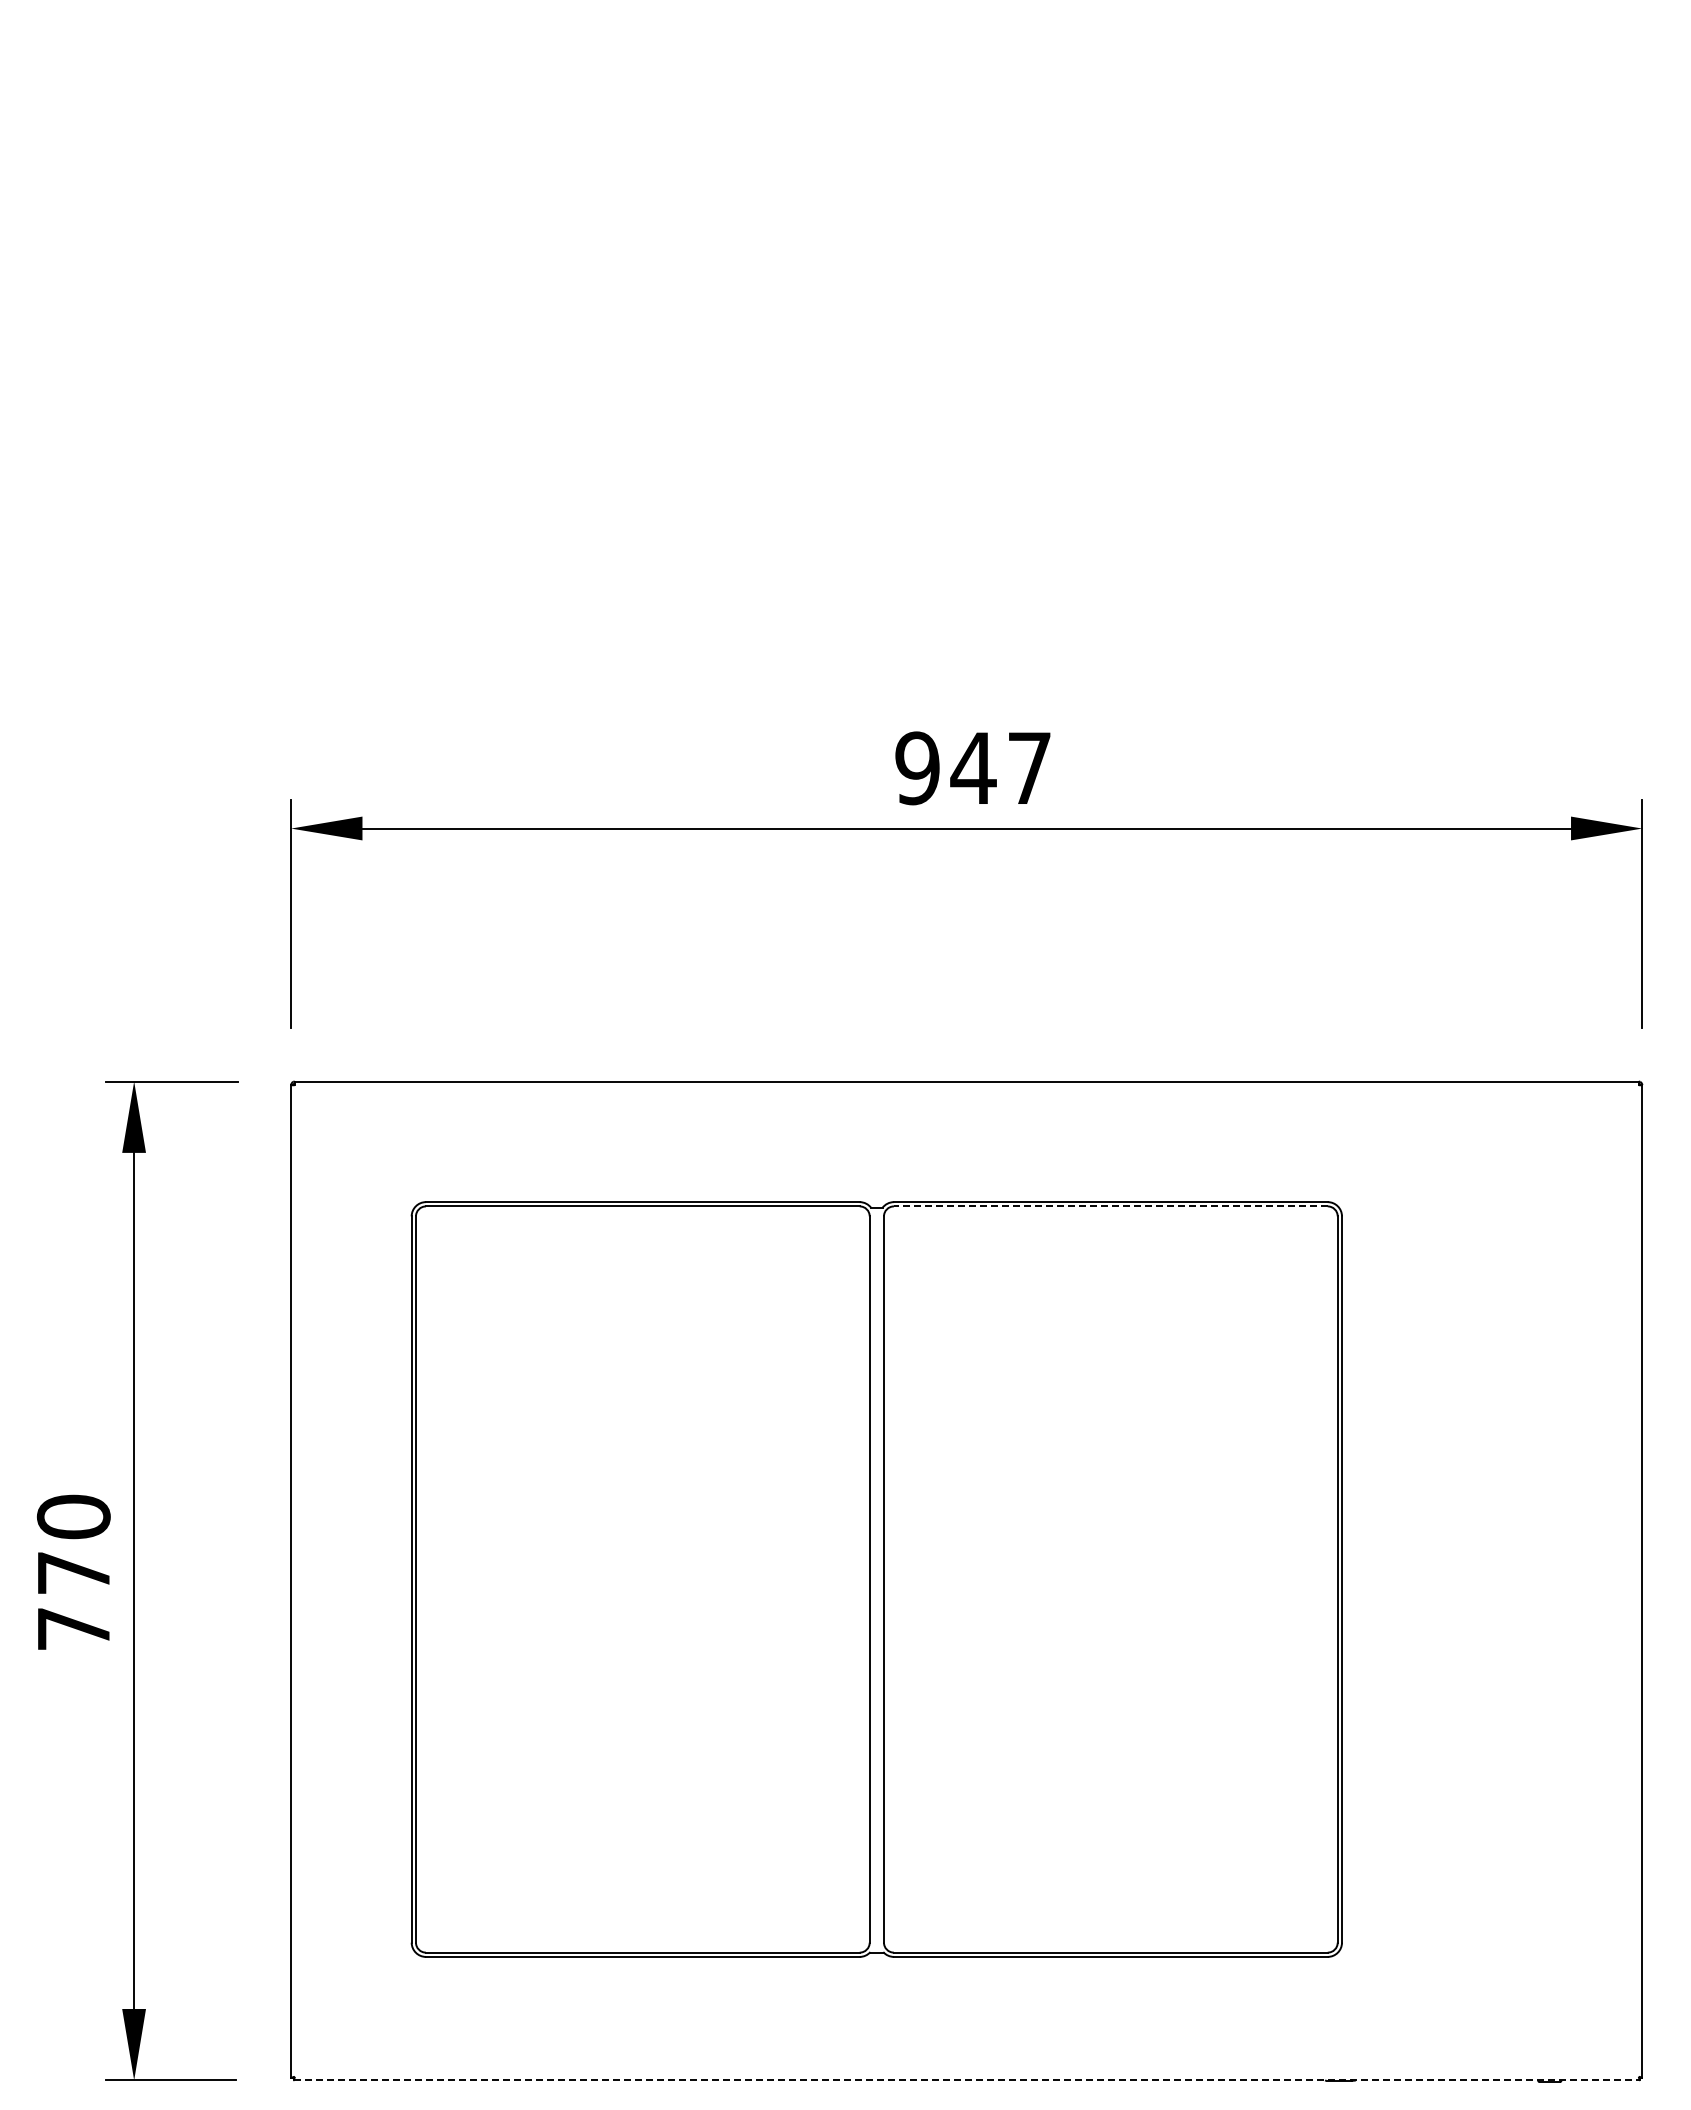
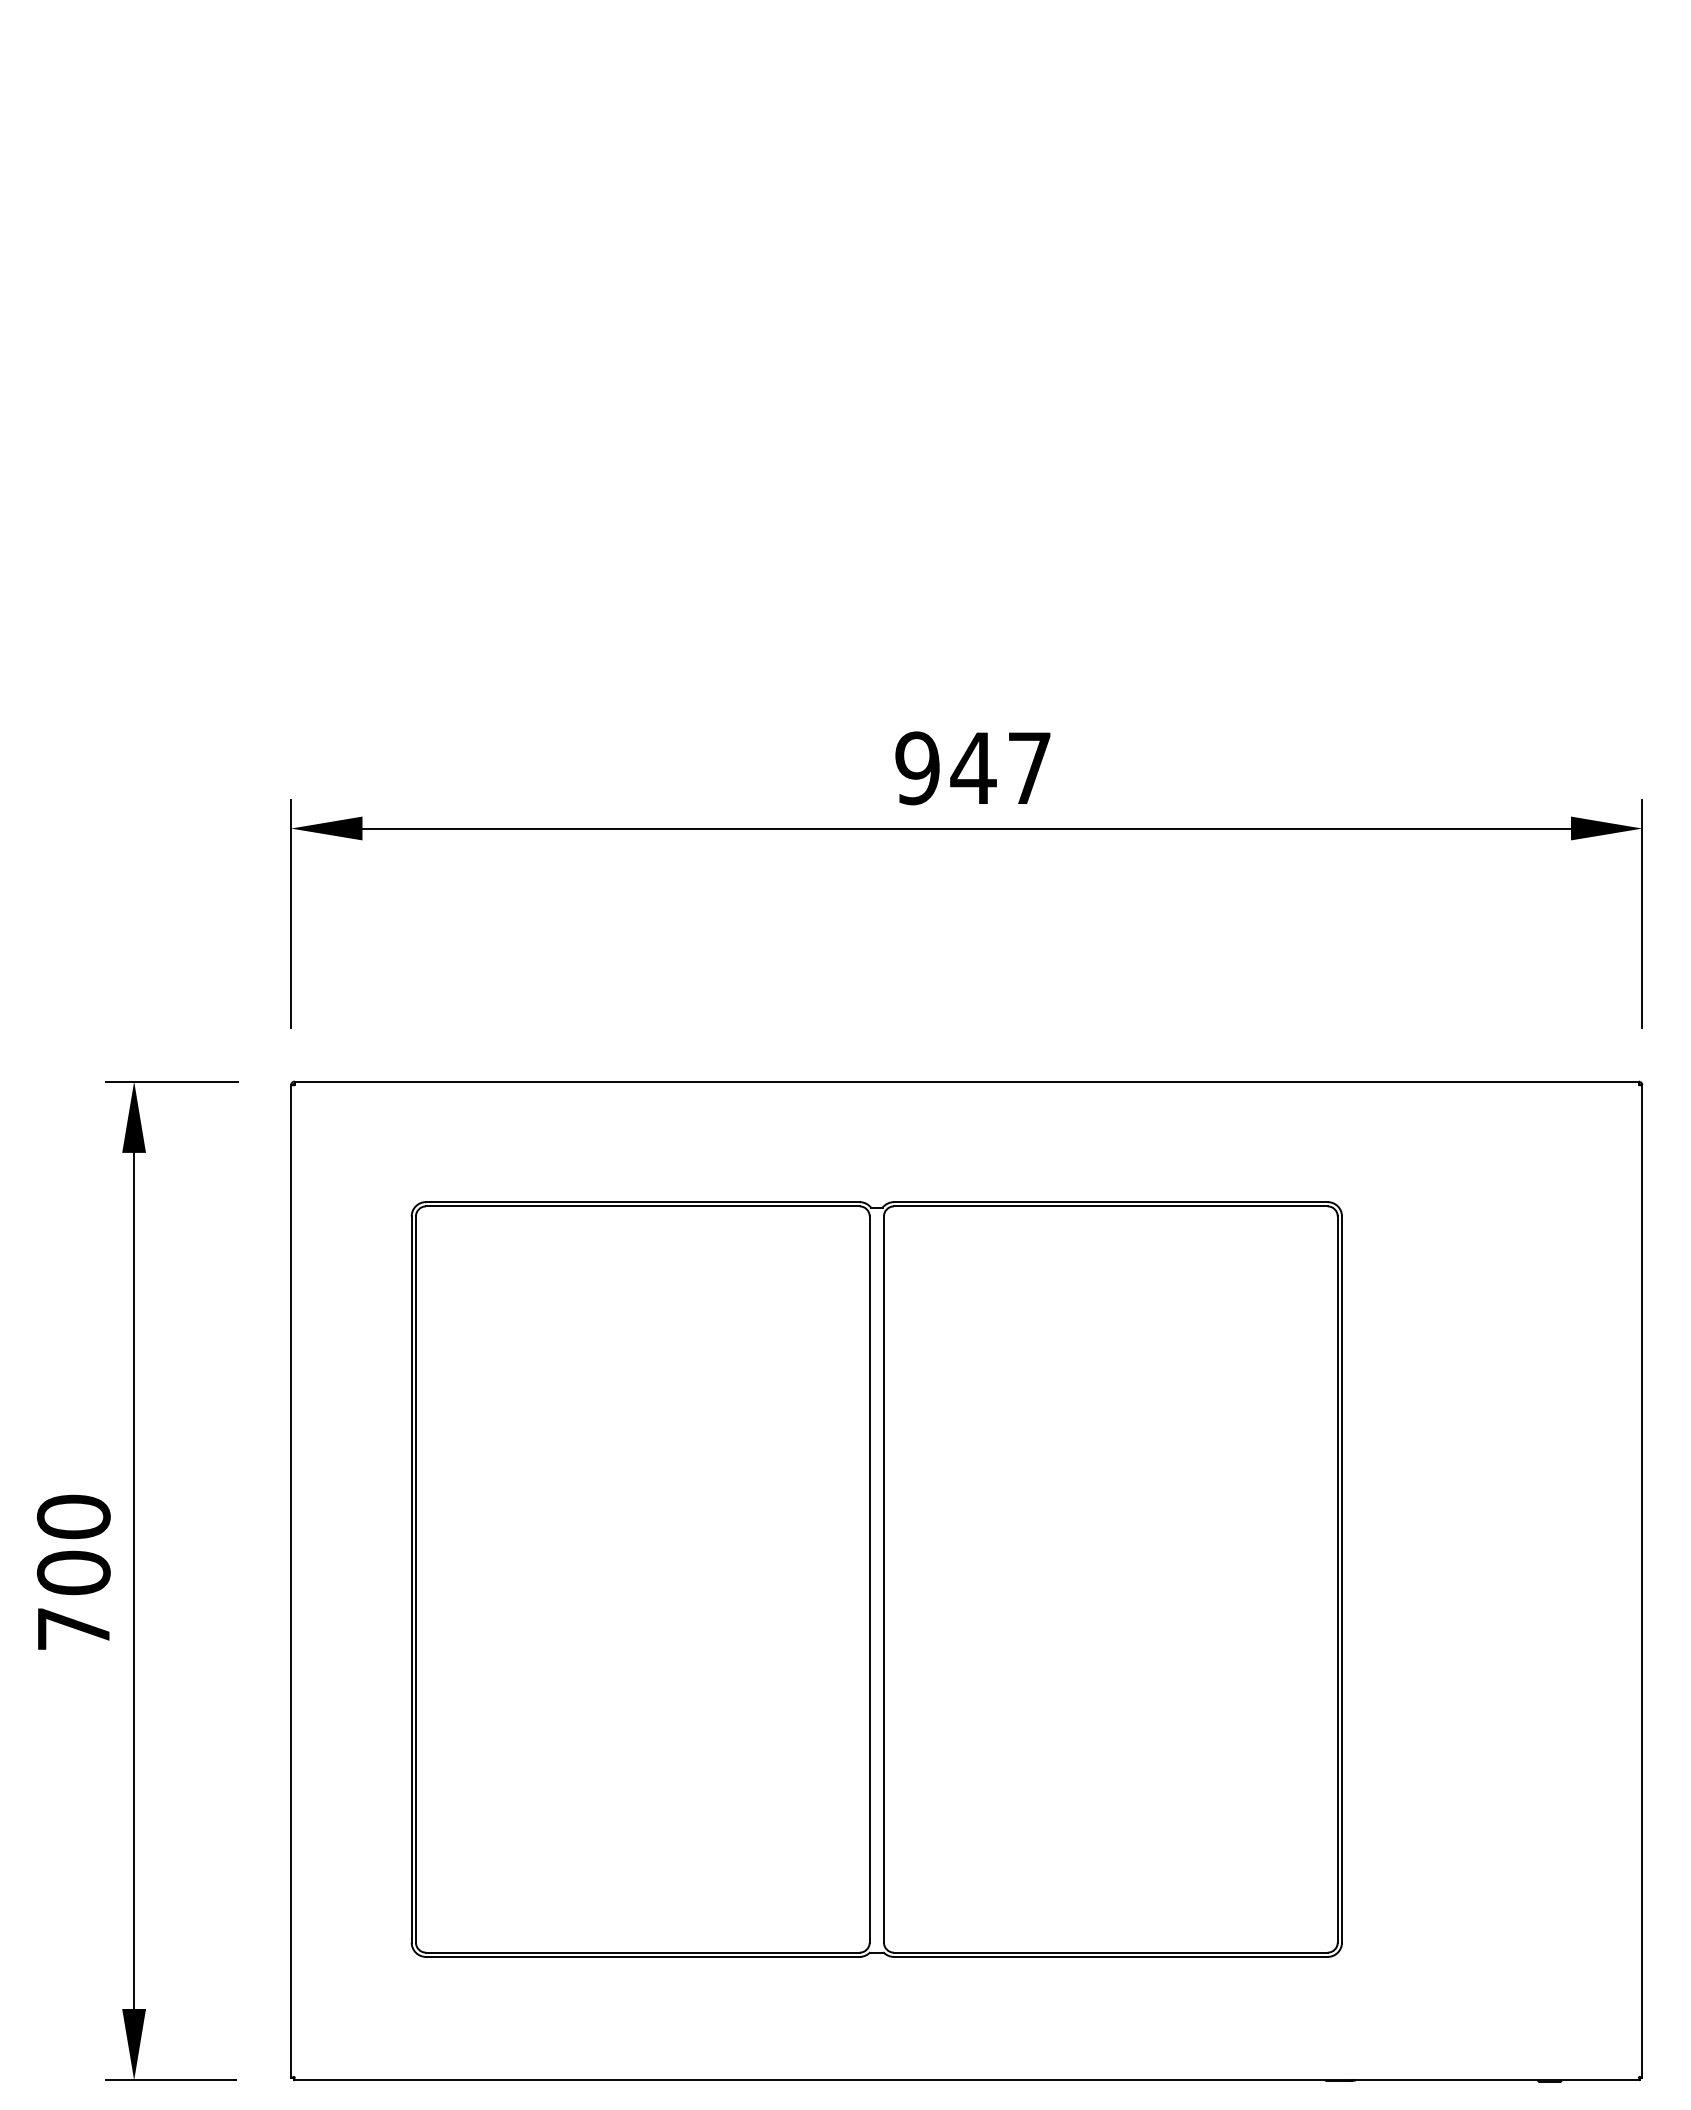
line at (1110, 1206): dashed -> solid
text at (73, 1572): 770 -> 700
line at (967, 2080): dashed -> solid
